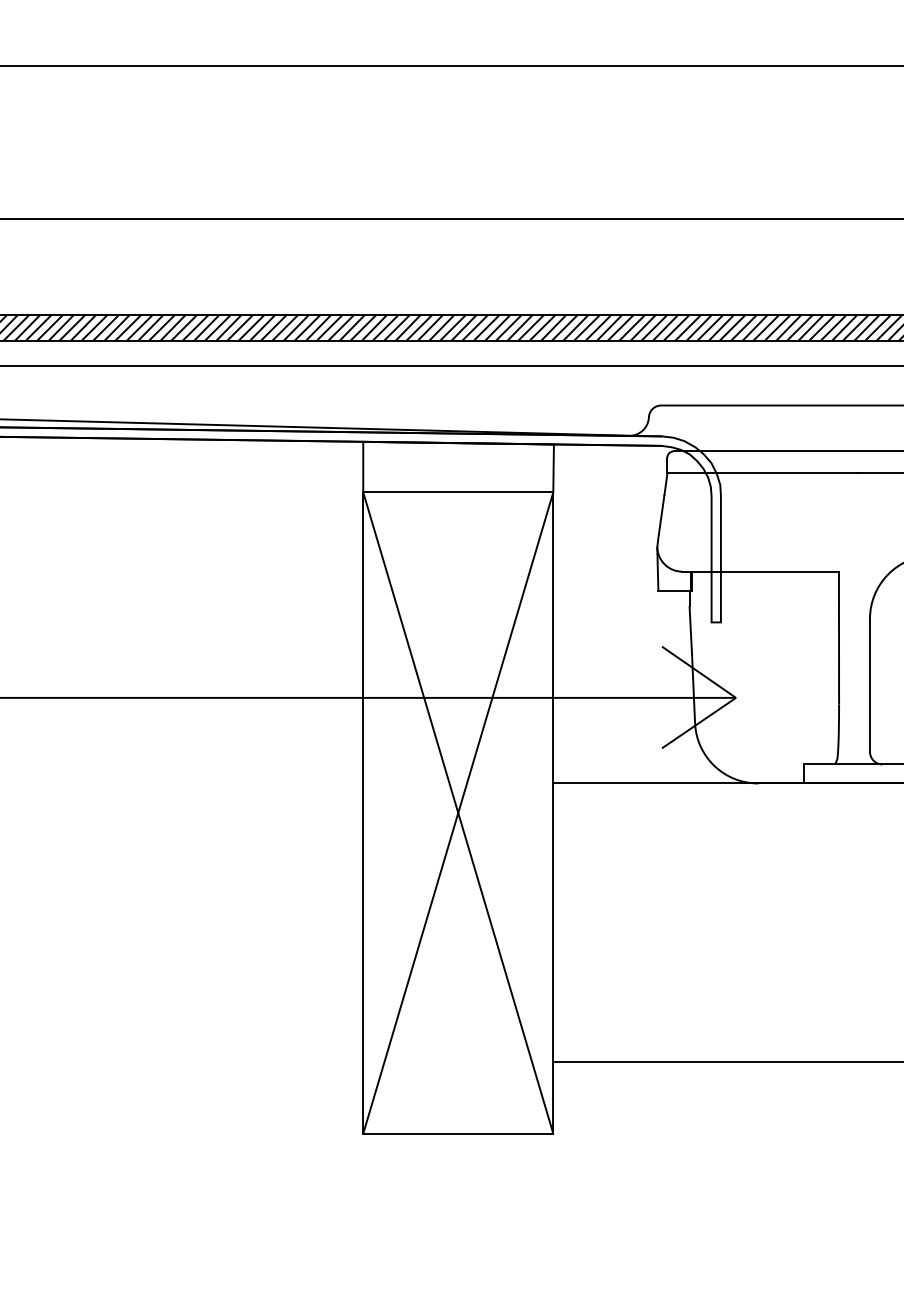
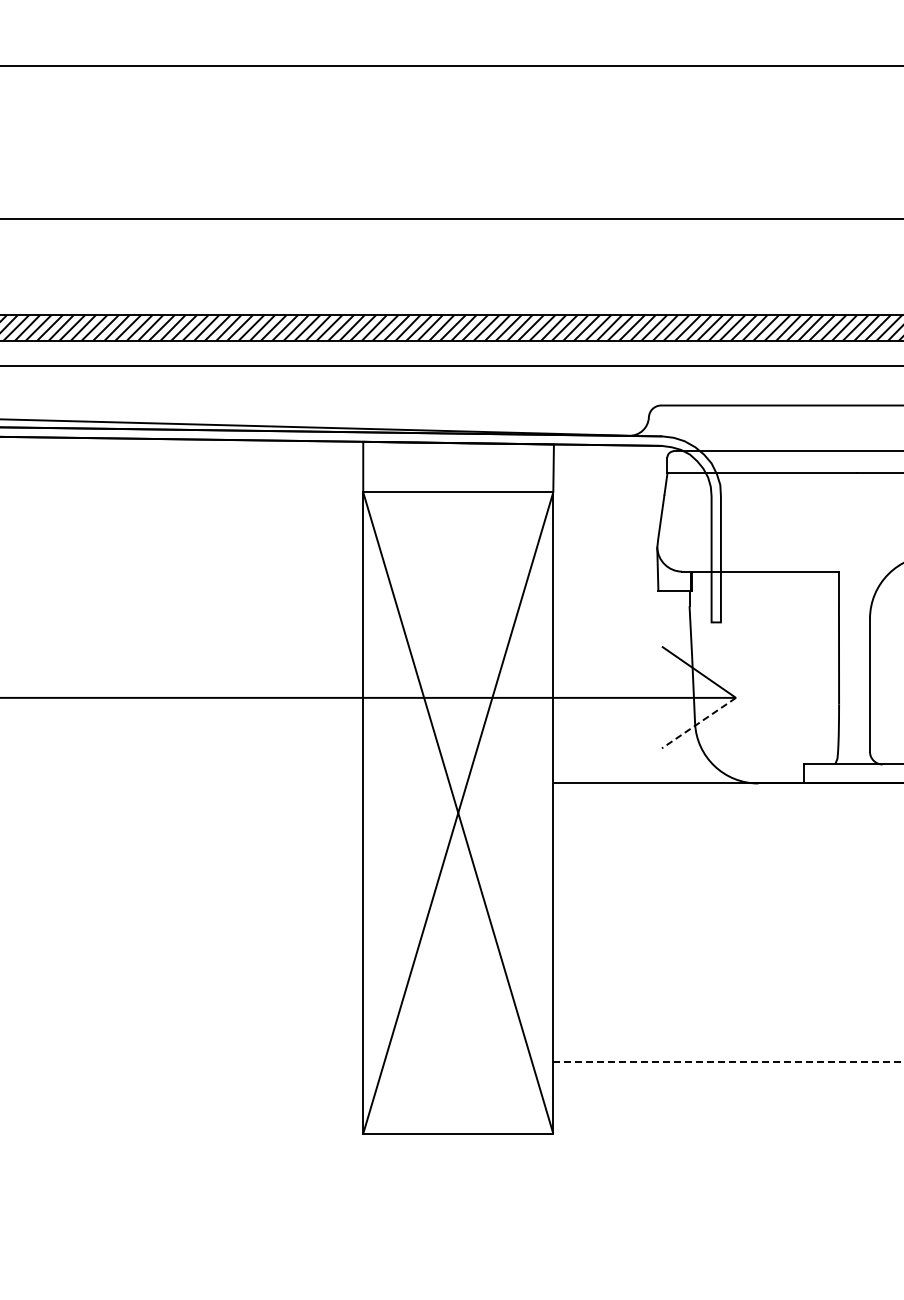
line at (698, 723): solid -> dashed
line at (728, 1062): solid -> dashed
